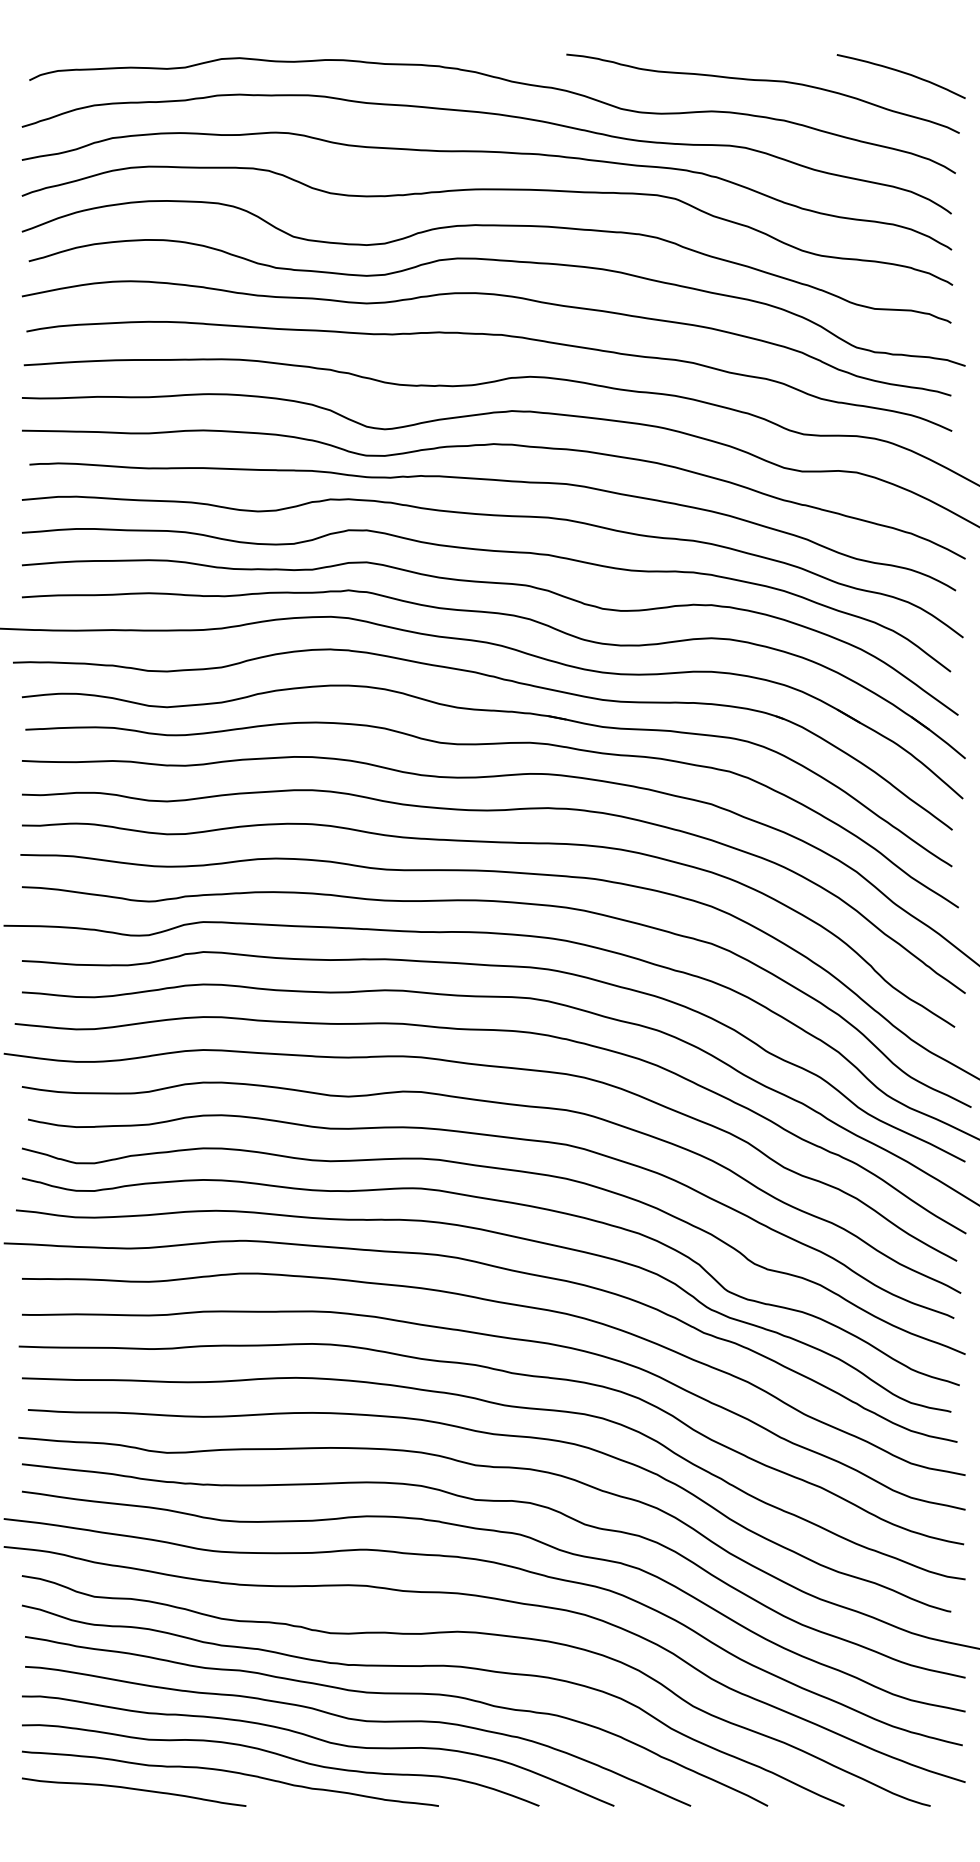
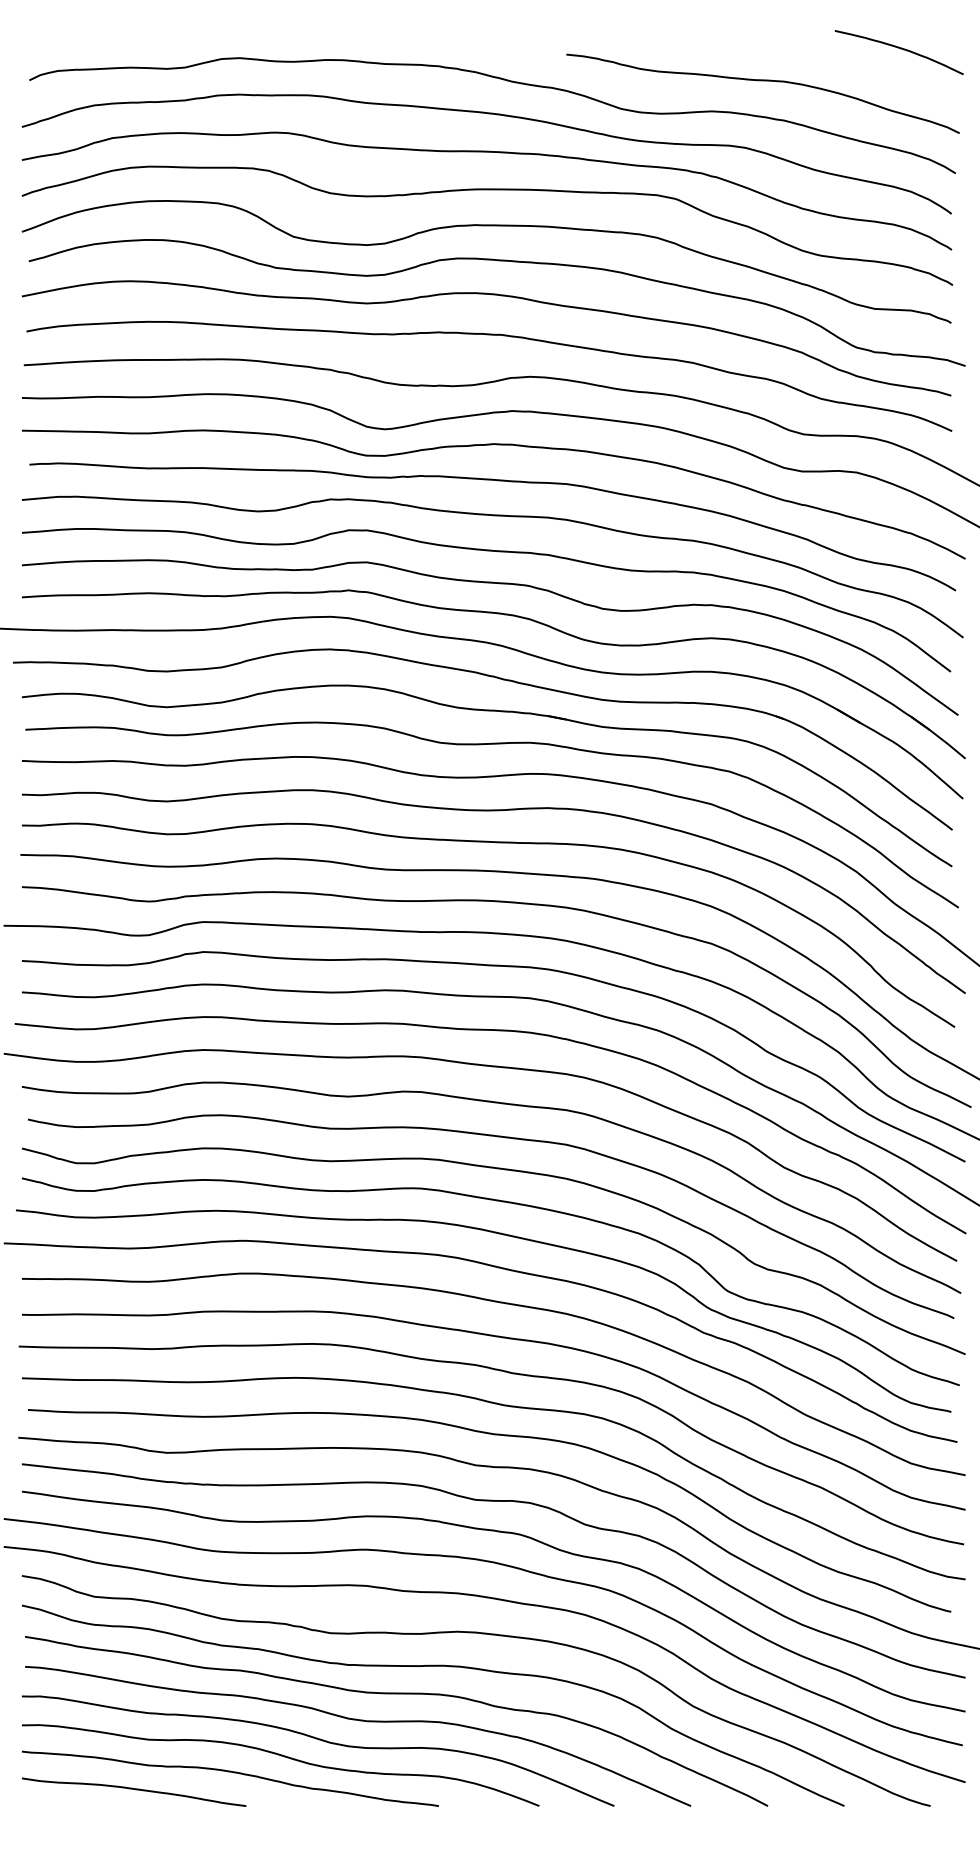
curve at (902, 73) position: (902, 73) -> (900, 49)
